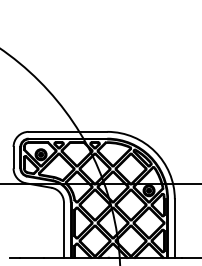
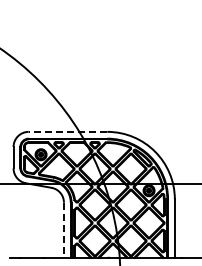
line at (67, 131): solid -> dashed
line at (63, 230): solid -> dashed
